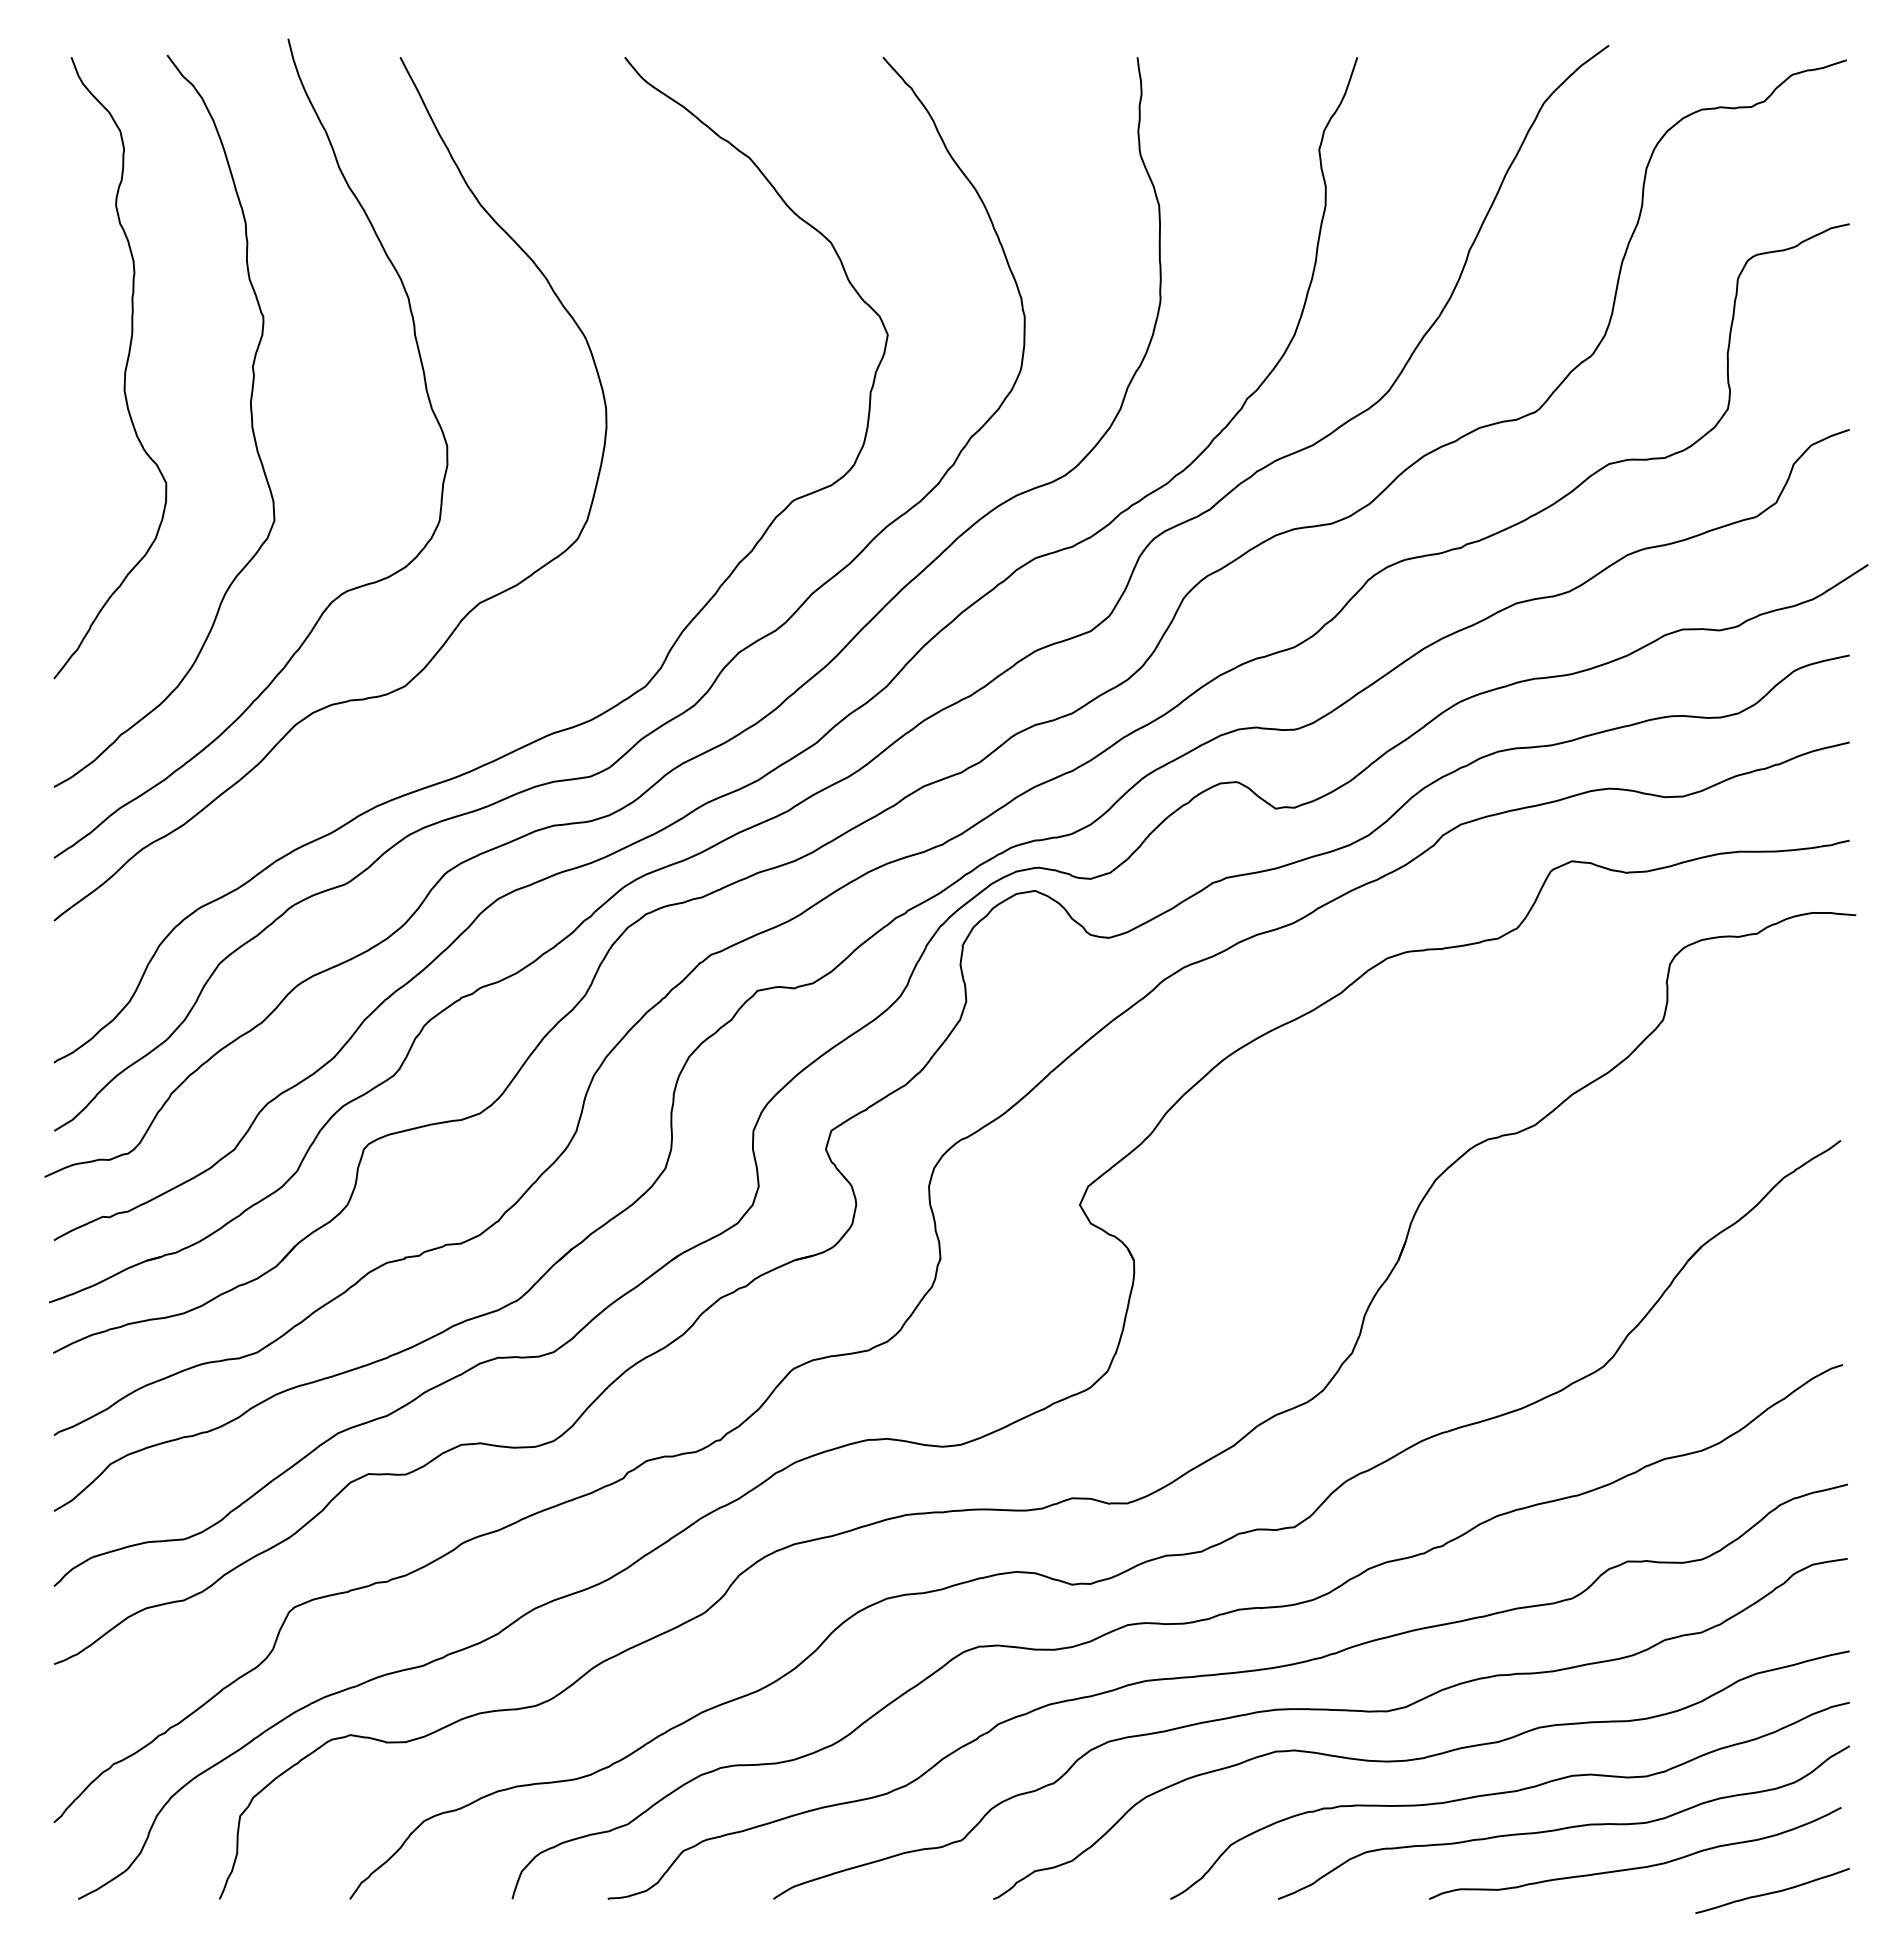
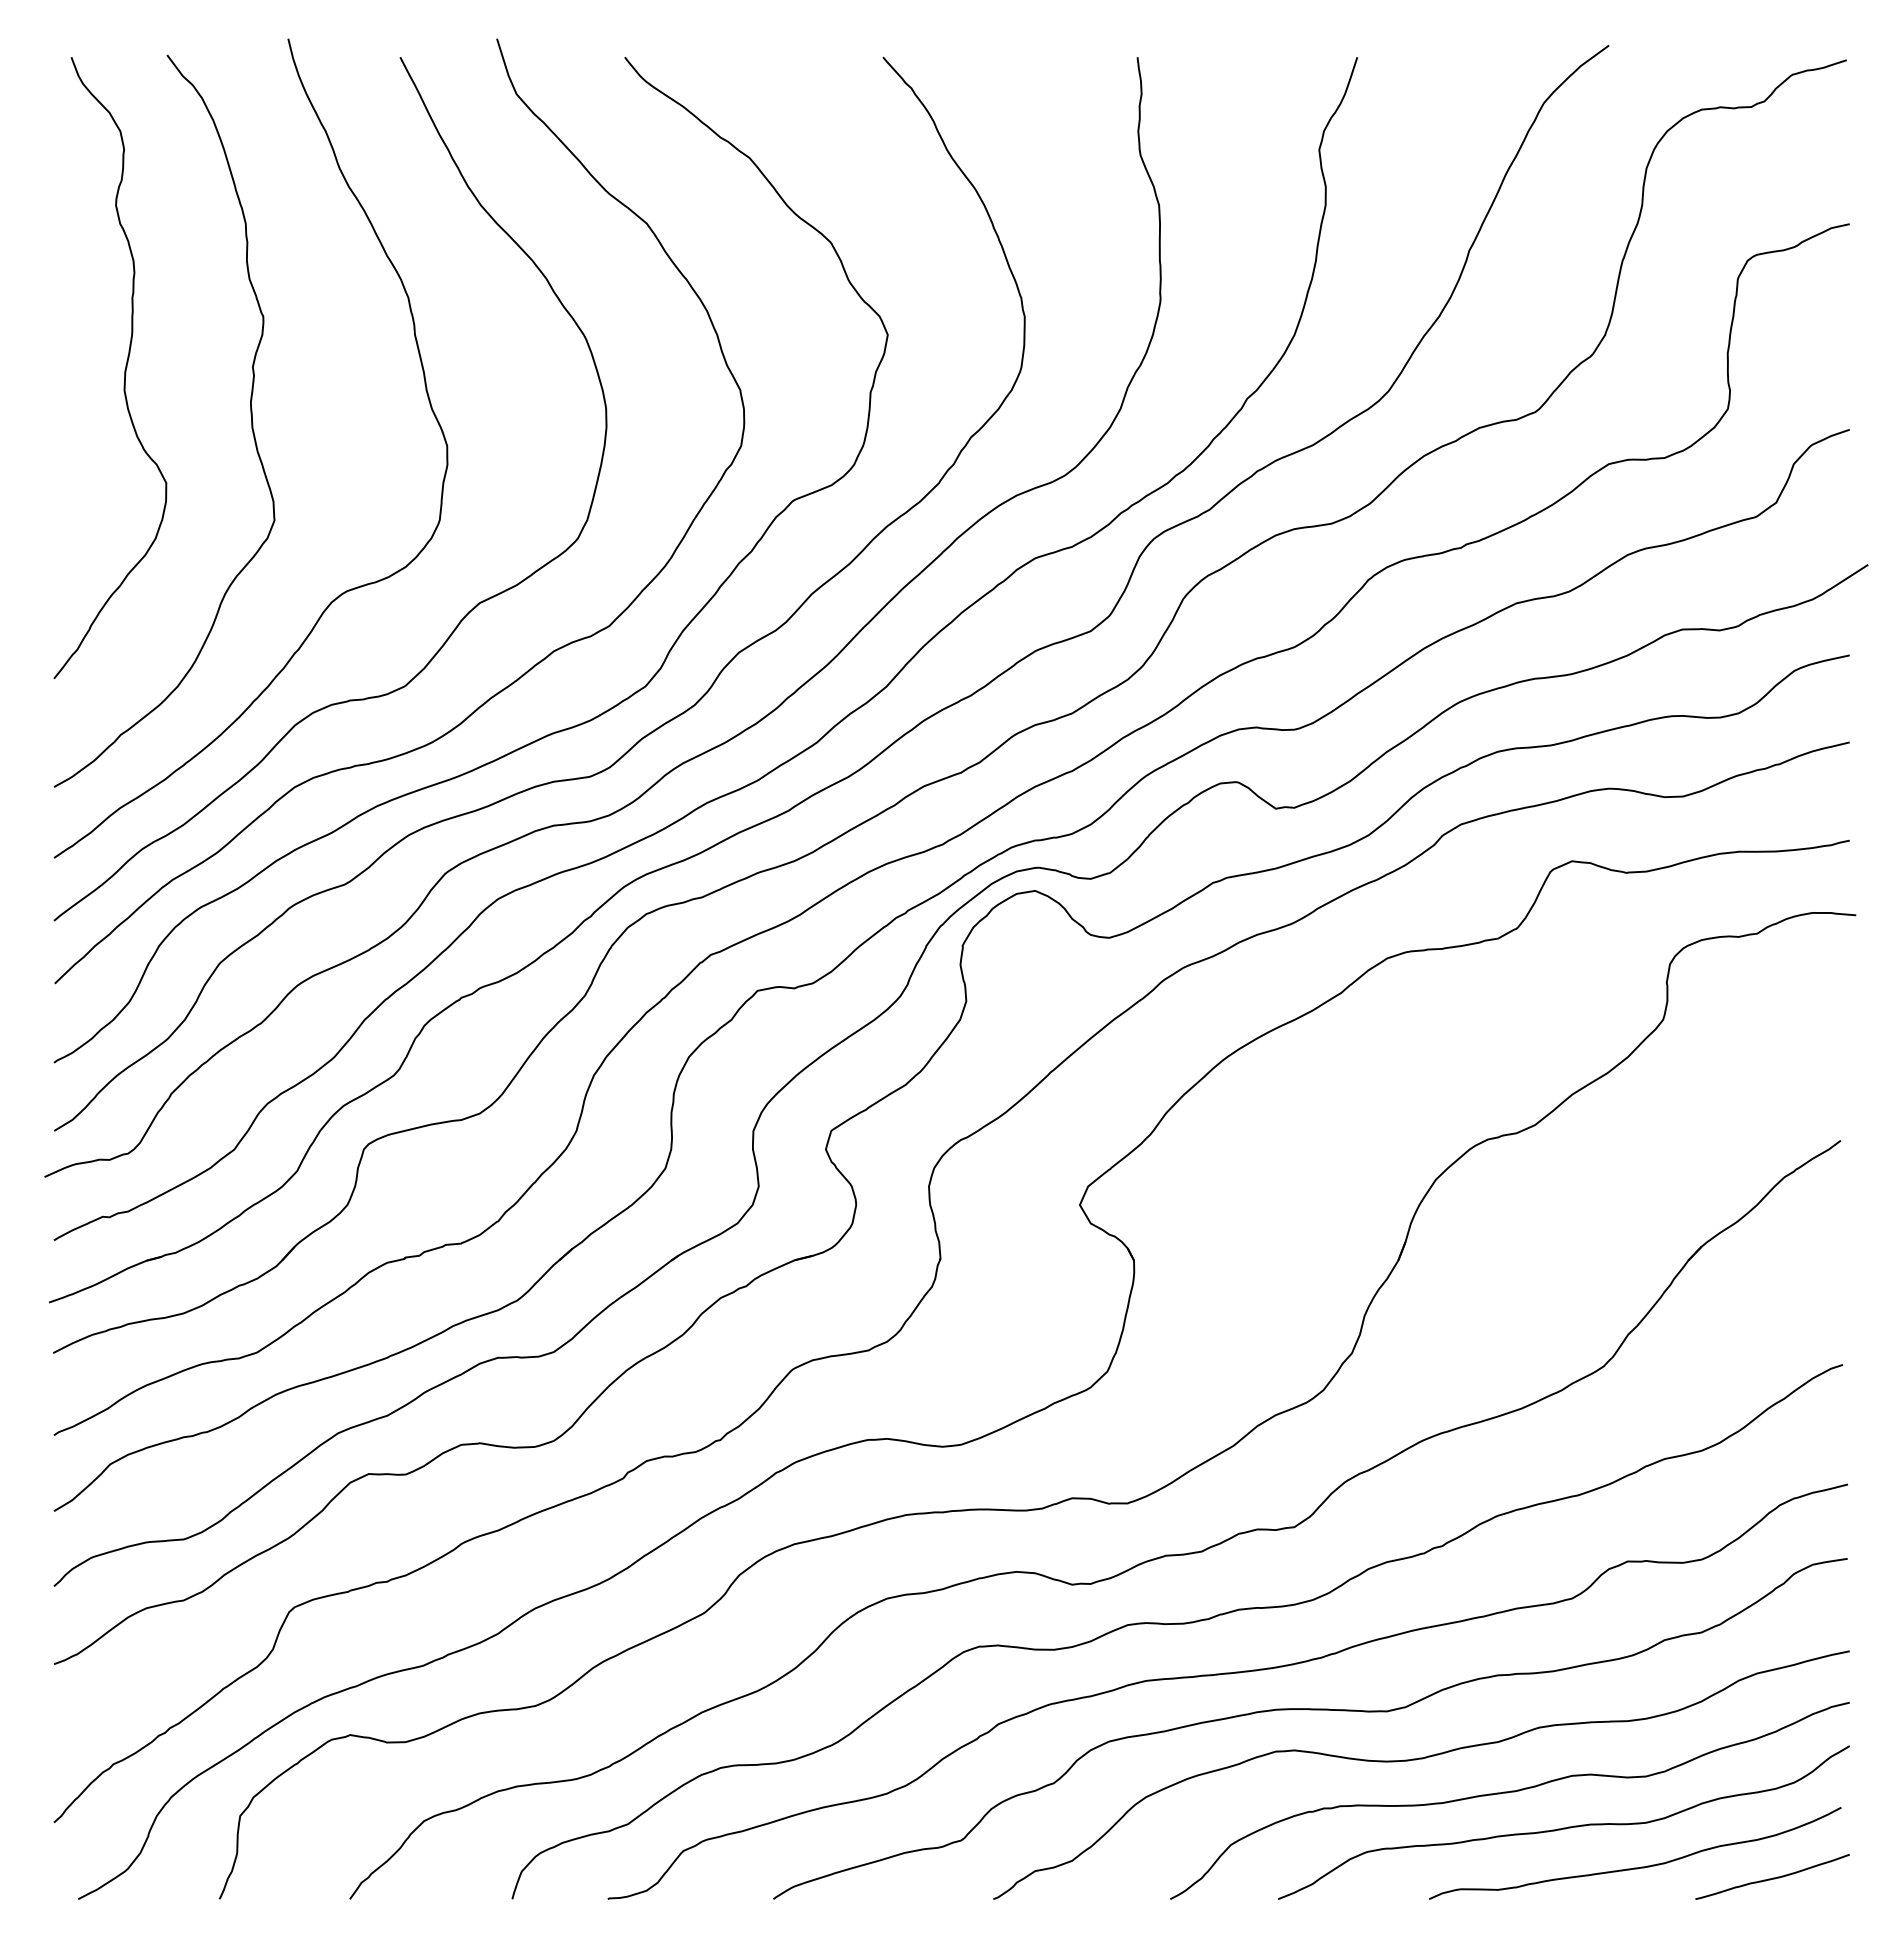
curve at (528, 669): none -> present
curve at (1772, 1891) position: (1772, 1891) -> (1772, 1877)
